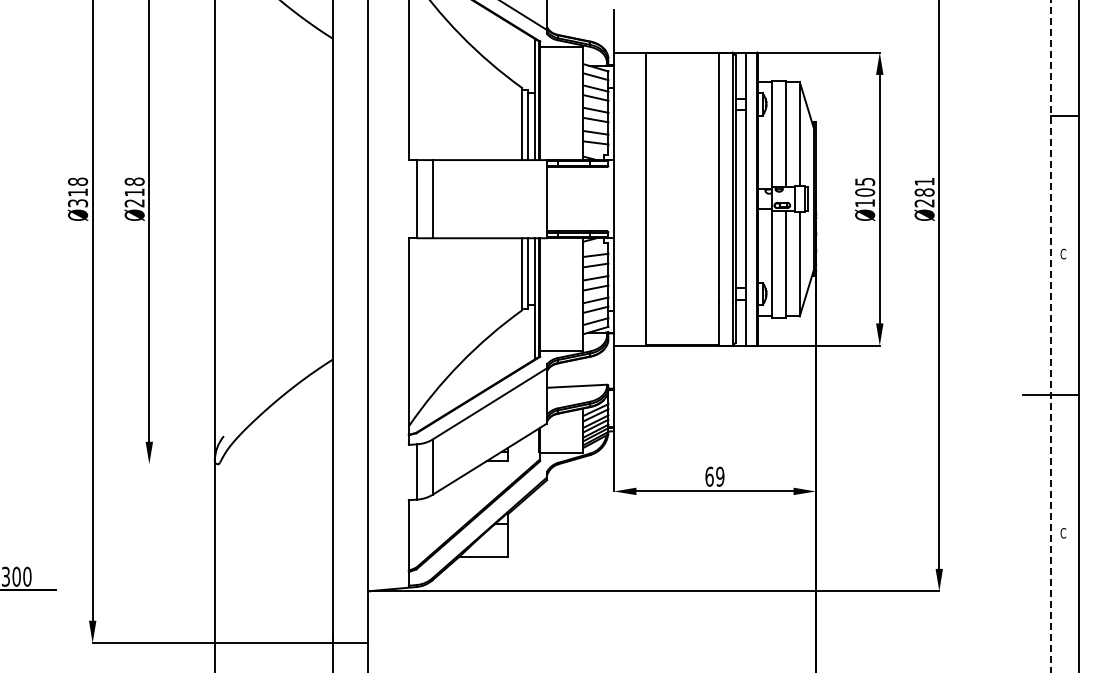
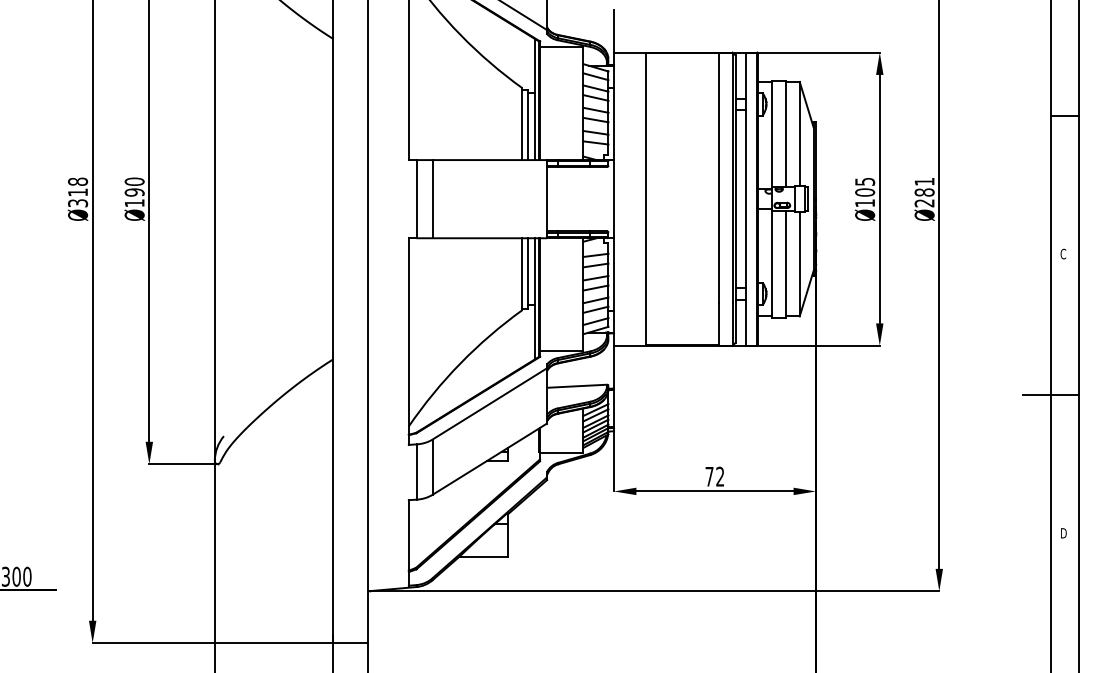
text at (134, 192): Ø218 -> Ø190
line at (1050, 337): dashed -> solid
line at (183, 464): none -> present
text at (714, 476): 69 -> 72
text at (1063, 533): C -> D
